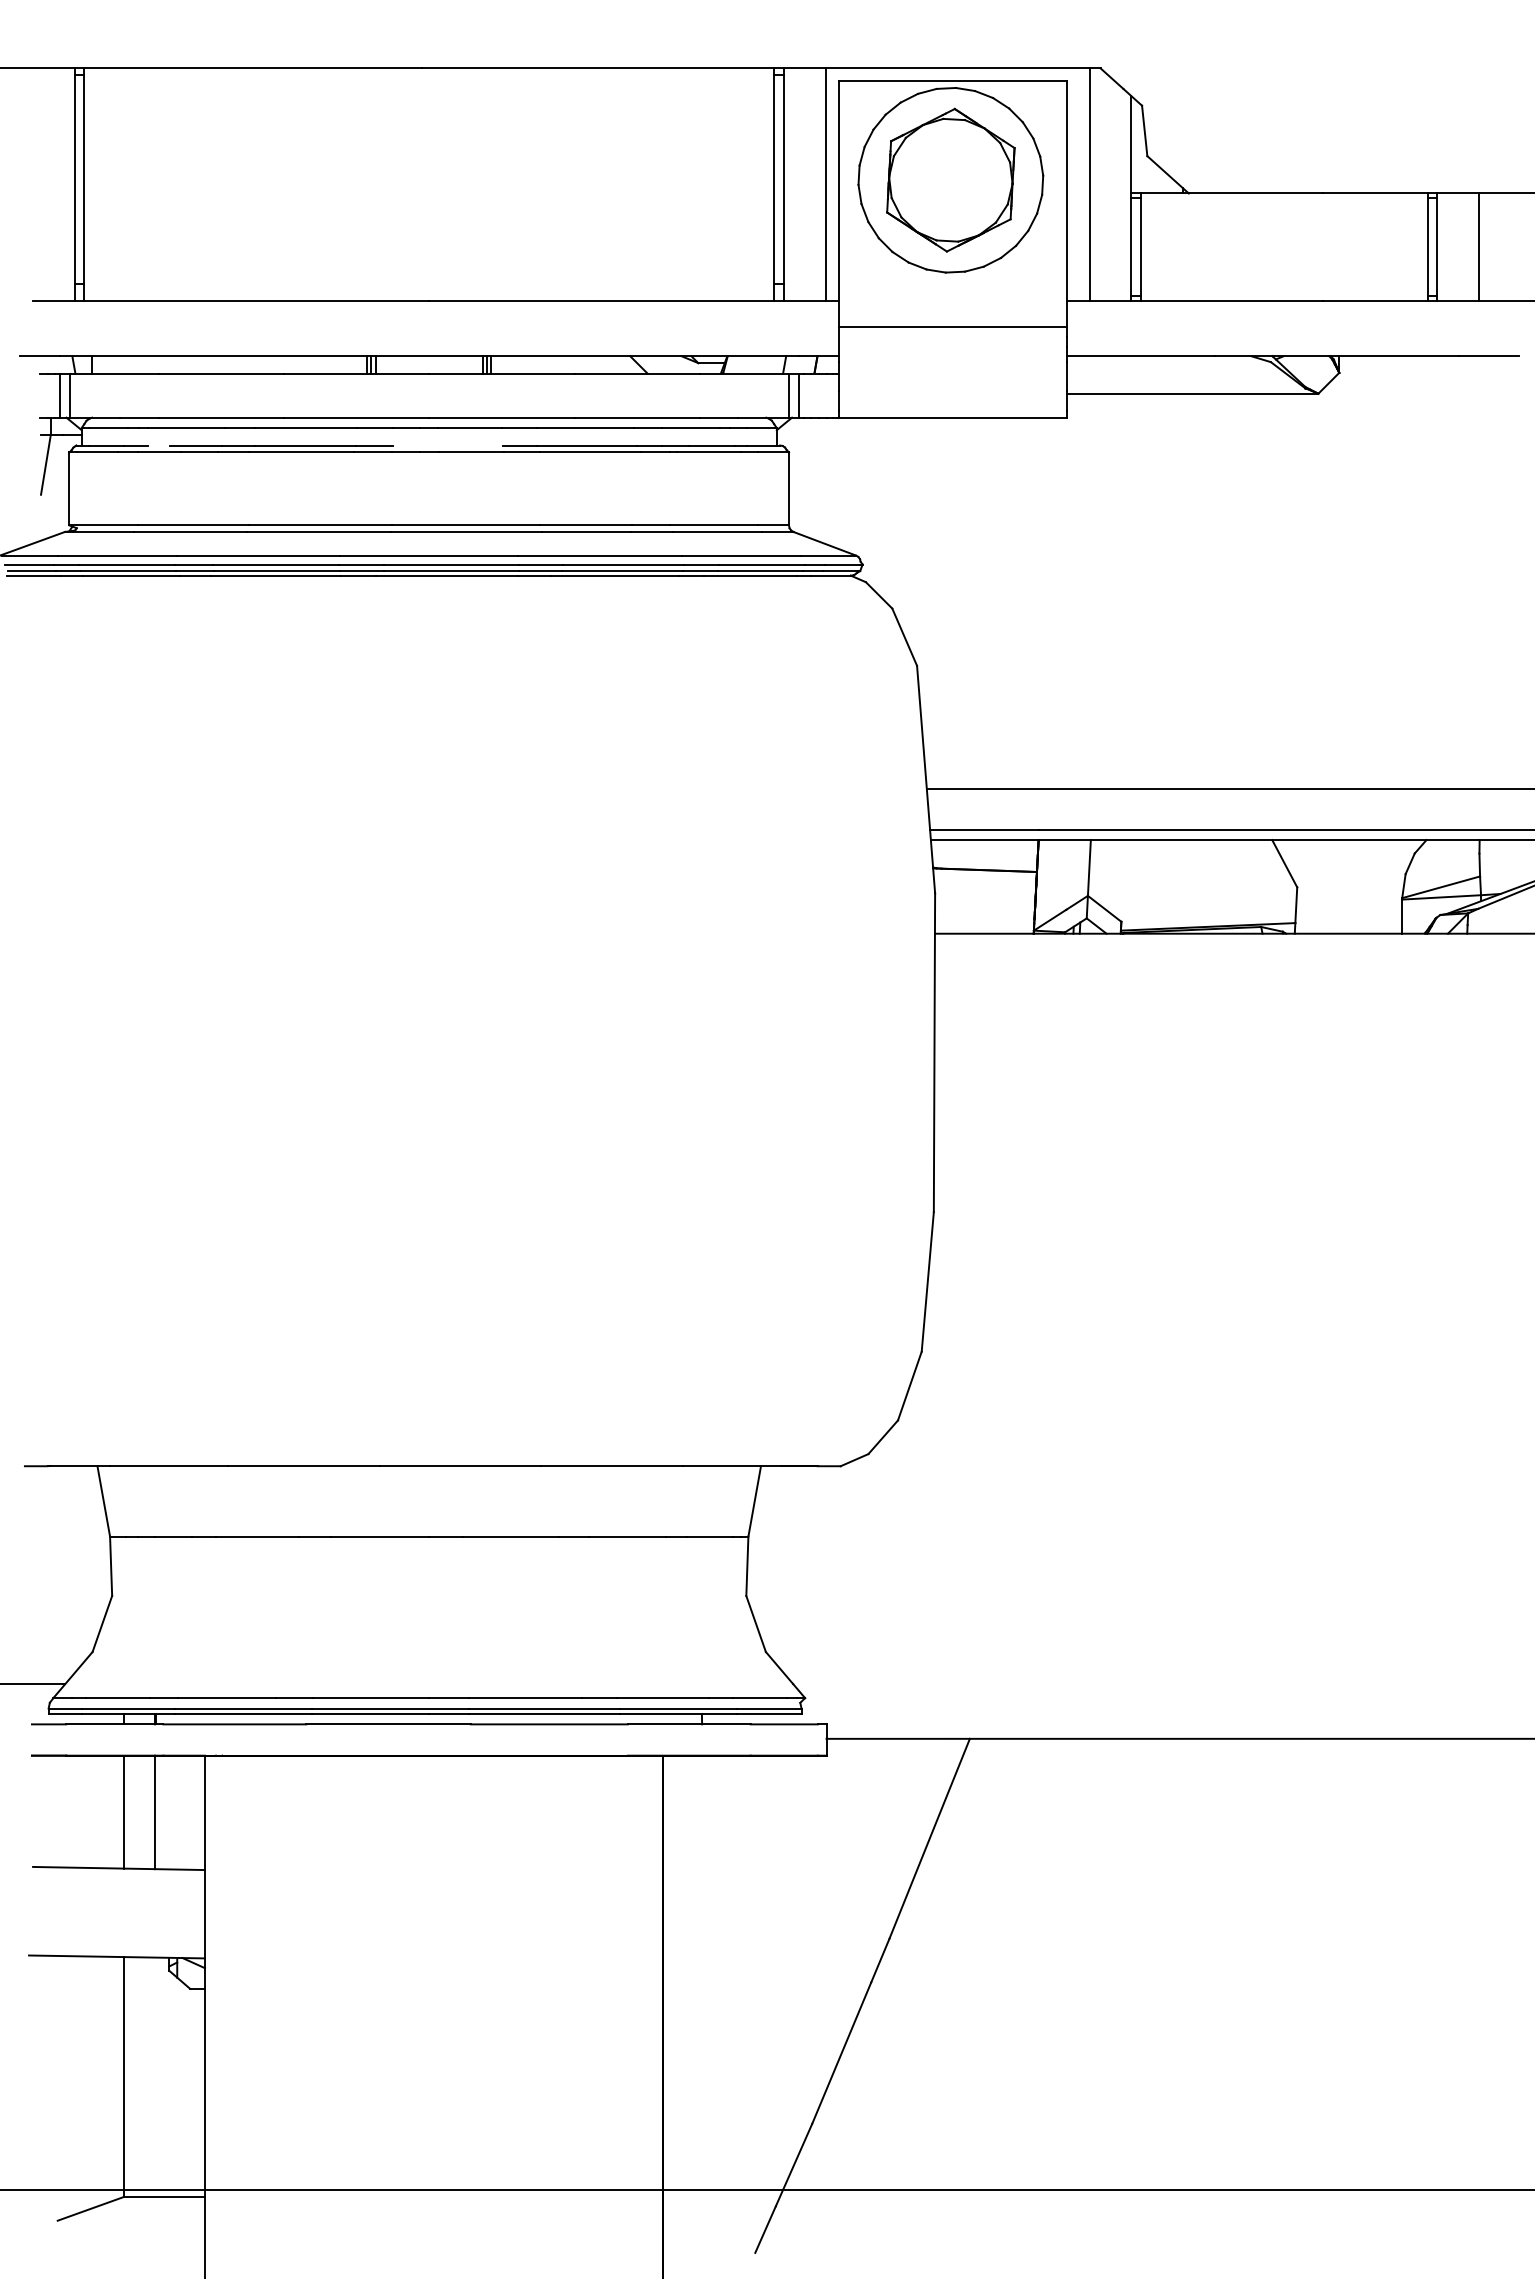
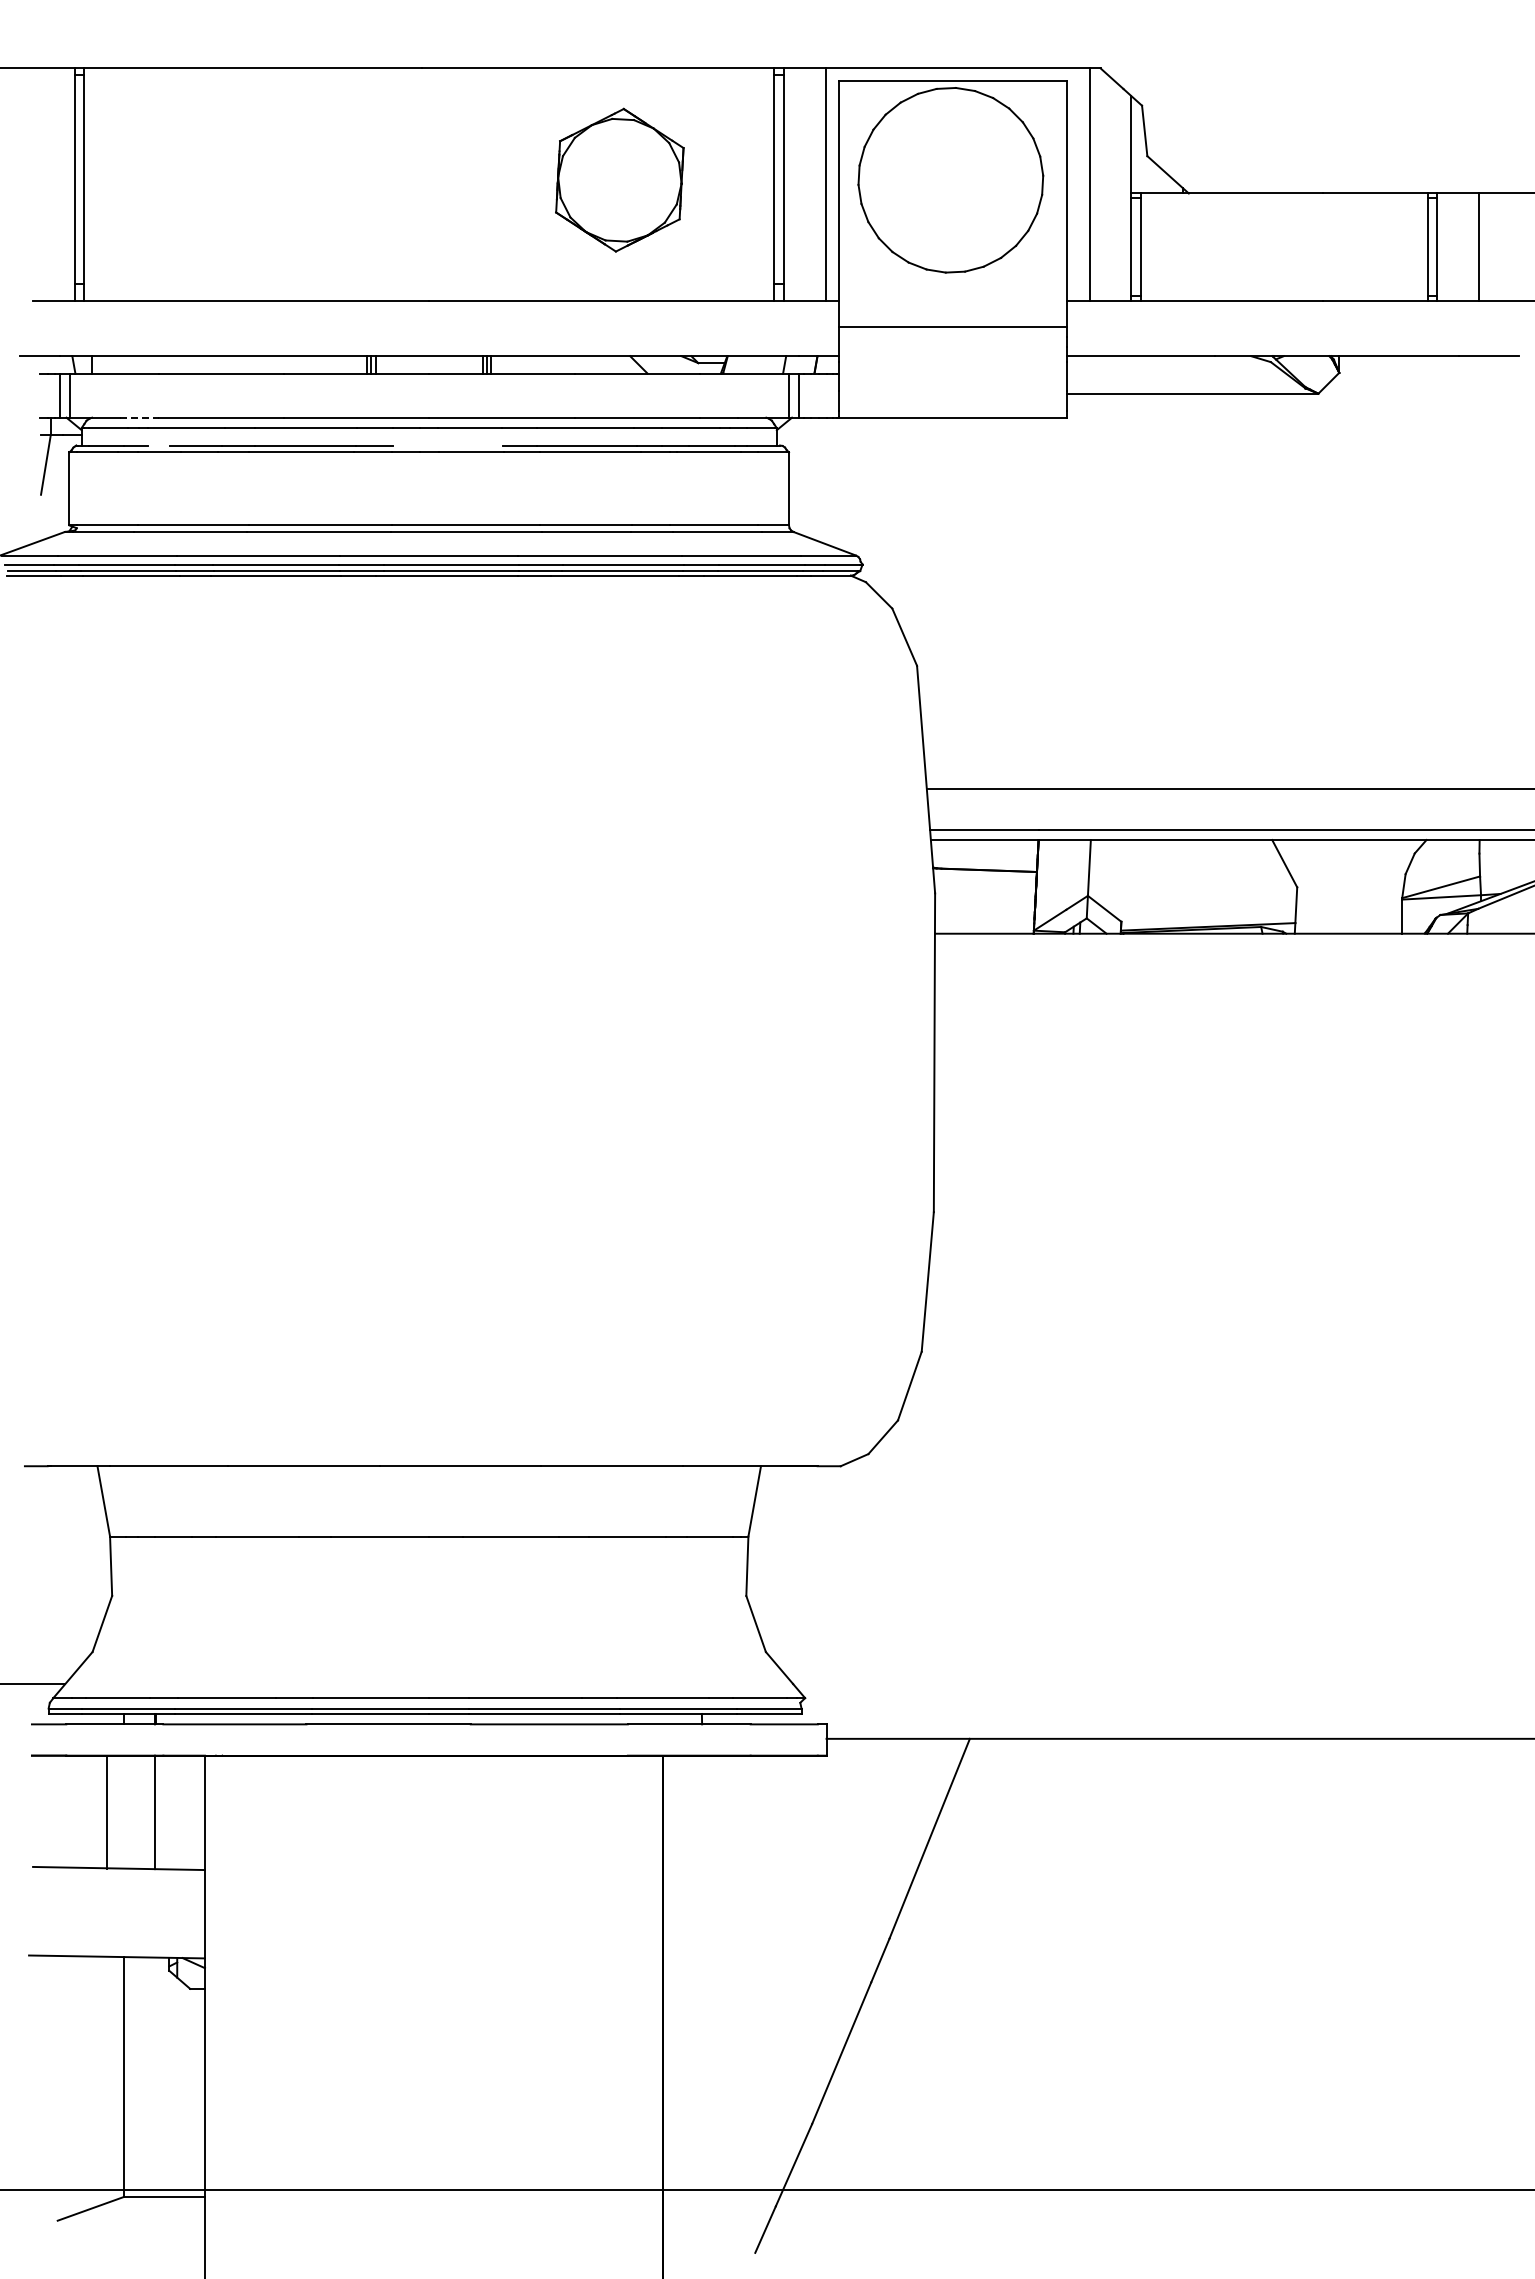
part at (950, 179) position: (950, 179) -> (619, 179)
line at (139, 417): solid -> dashed
line at (124, 1811) position: (124, 1811) -> (107, 1811)
